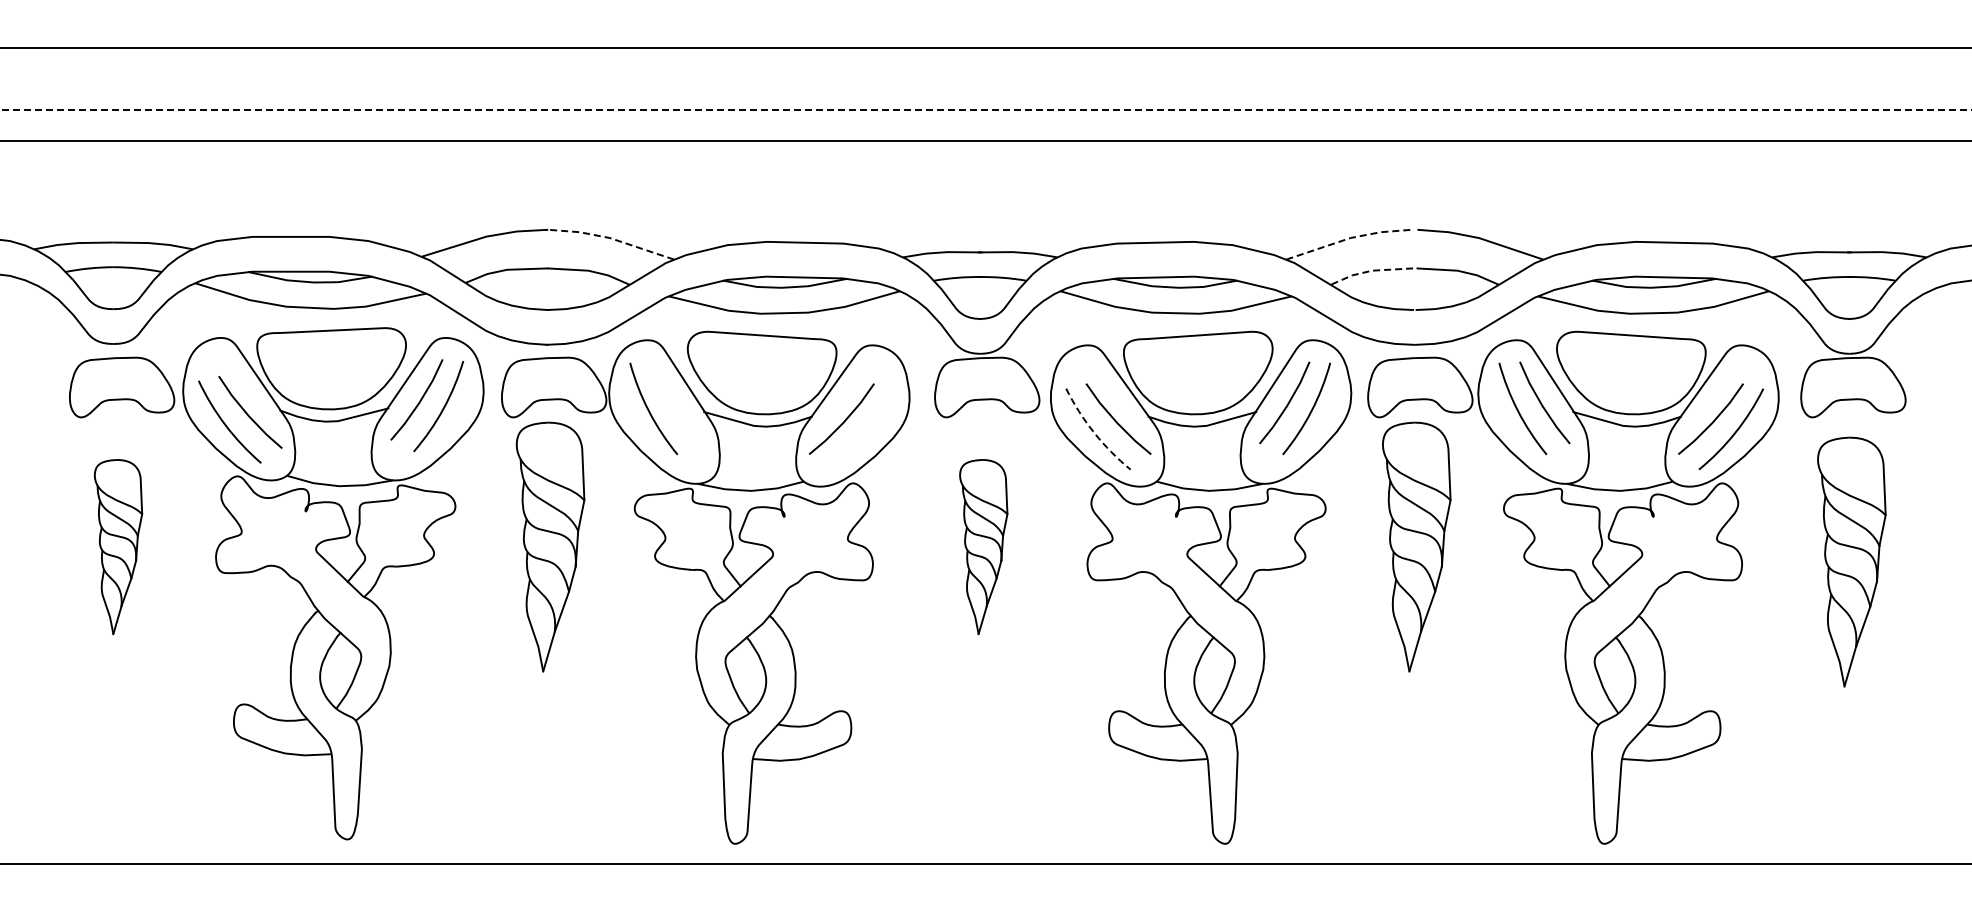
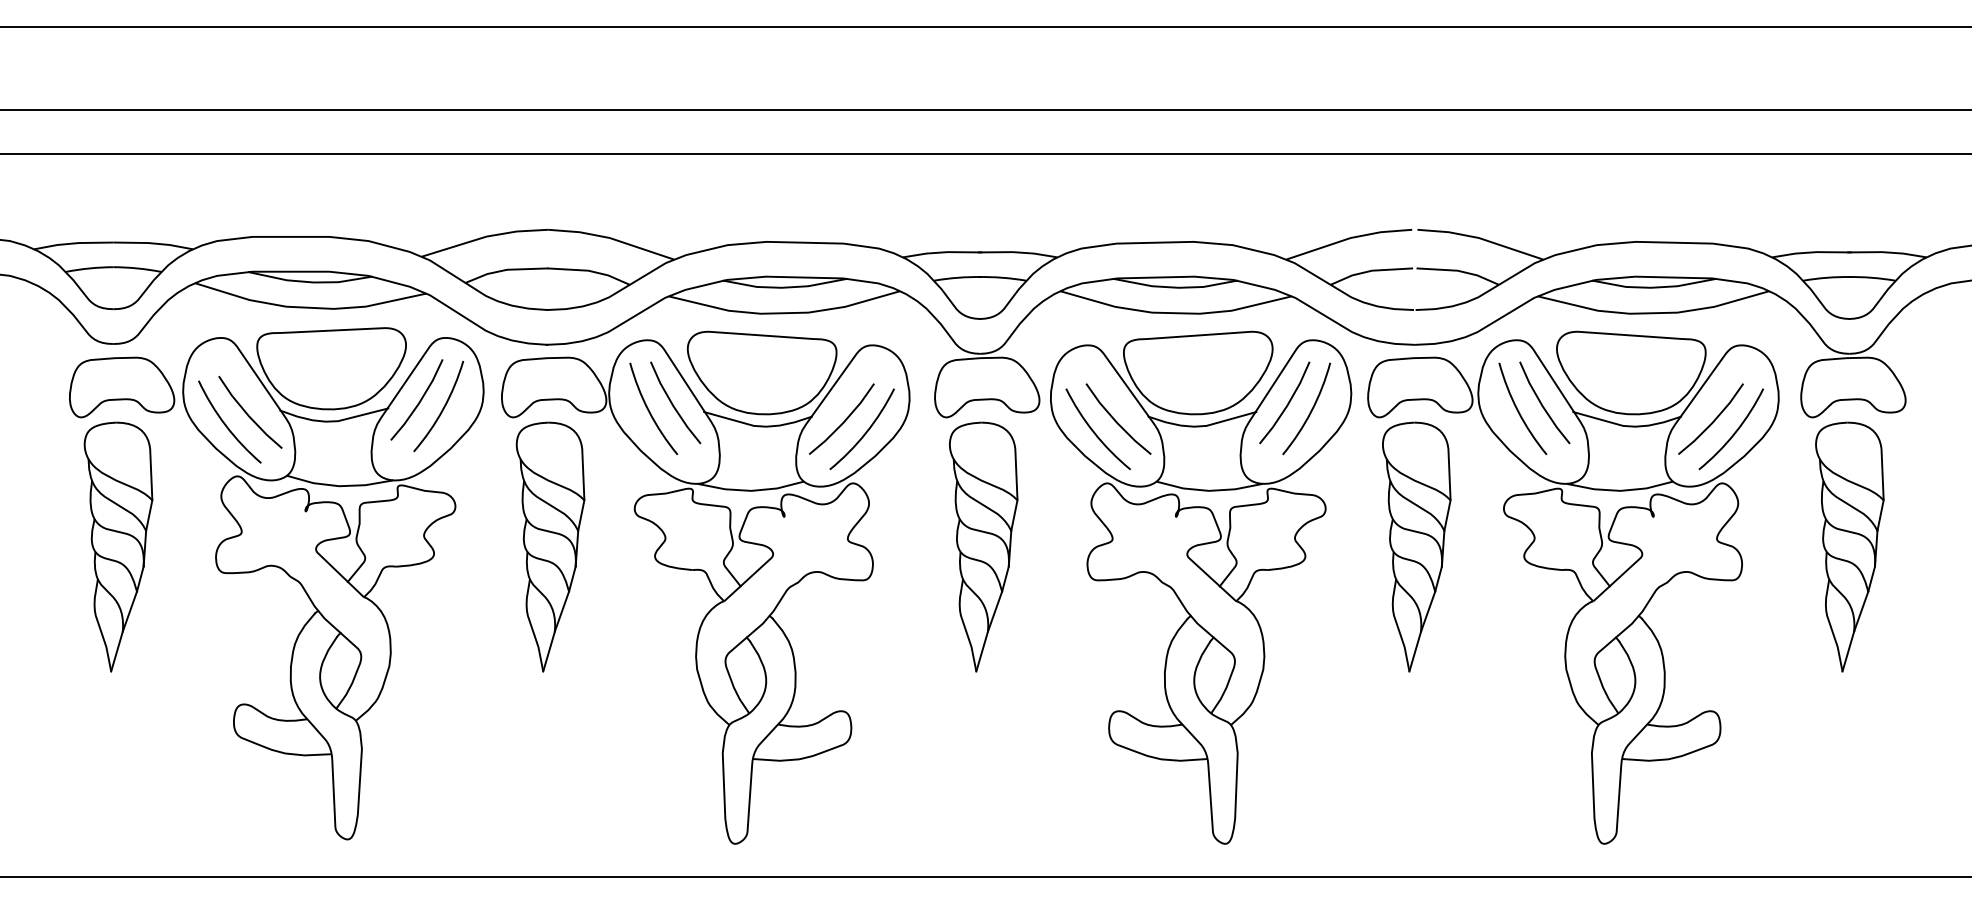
line at (985, 48) position: (985, 48) -> (985, 27)
line at (986, 110): dashed -> solid
line at (985, 141) position: (985, 141) -> (985, 154)
line at (610, 238): dashed -> solid
line at (1349, 238): dashed -> solid
line at (1370, 271): dashed -> solid
line at (673, 404): none -> present
arc at (865, 432): none -> present
arc at (1094, 432): dashed -> solid
part at (118, 547) size: 50x177 px -> 71x252 px
part at (983, 547) size: 50x177 px -> 70x252 px
part at (1851, 561) position: (1851, 561) -> (1849, 546)
line at (985, 863) position: (985, 863) -> (985, 876)
